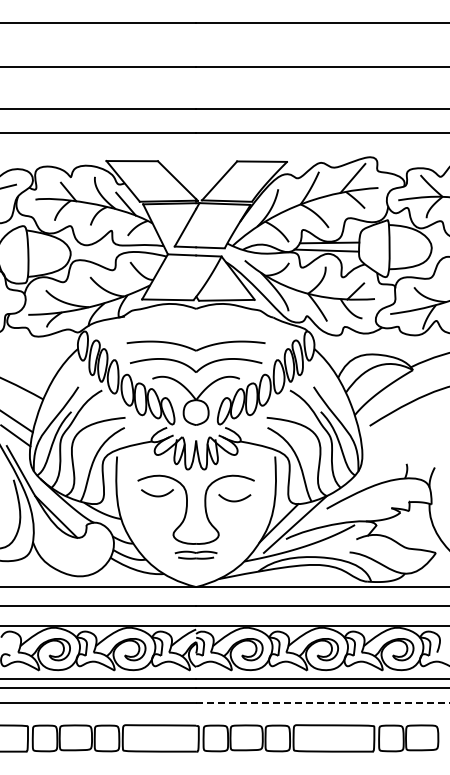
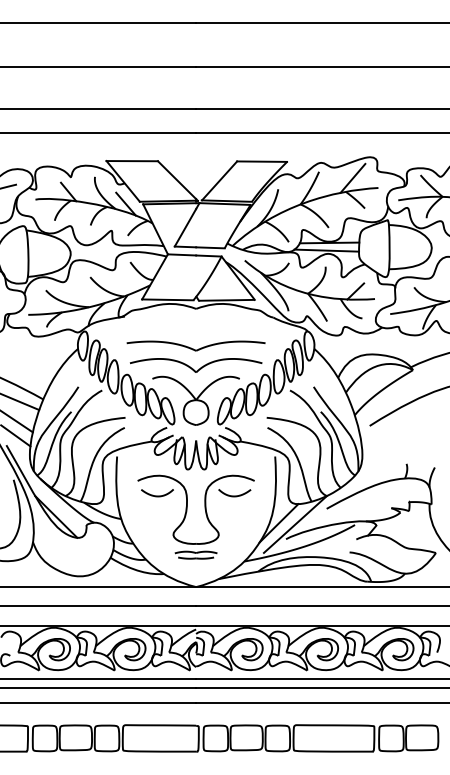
line at (20, 402): none -> present
curve at (234, 500) position: (234, 500) -> (234, 495)
line at (323, 703): dashed -> solid
